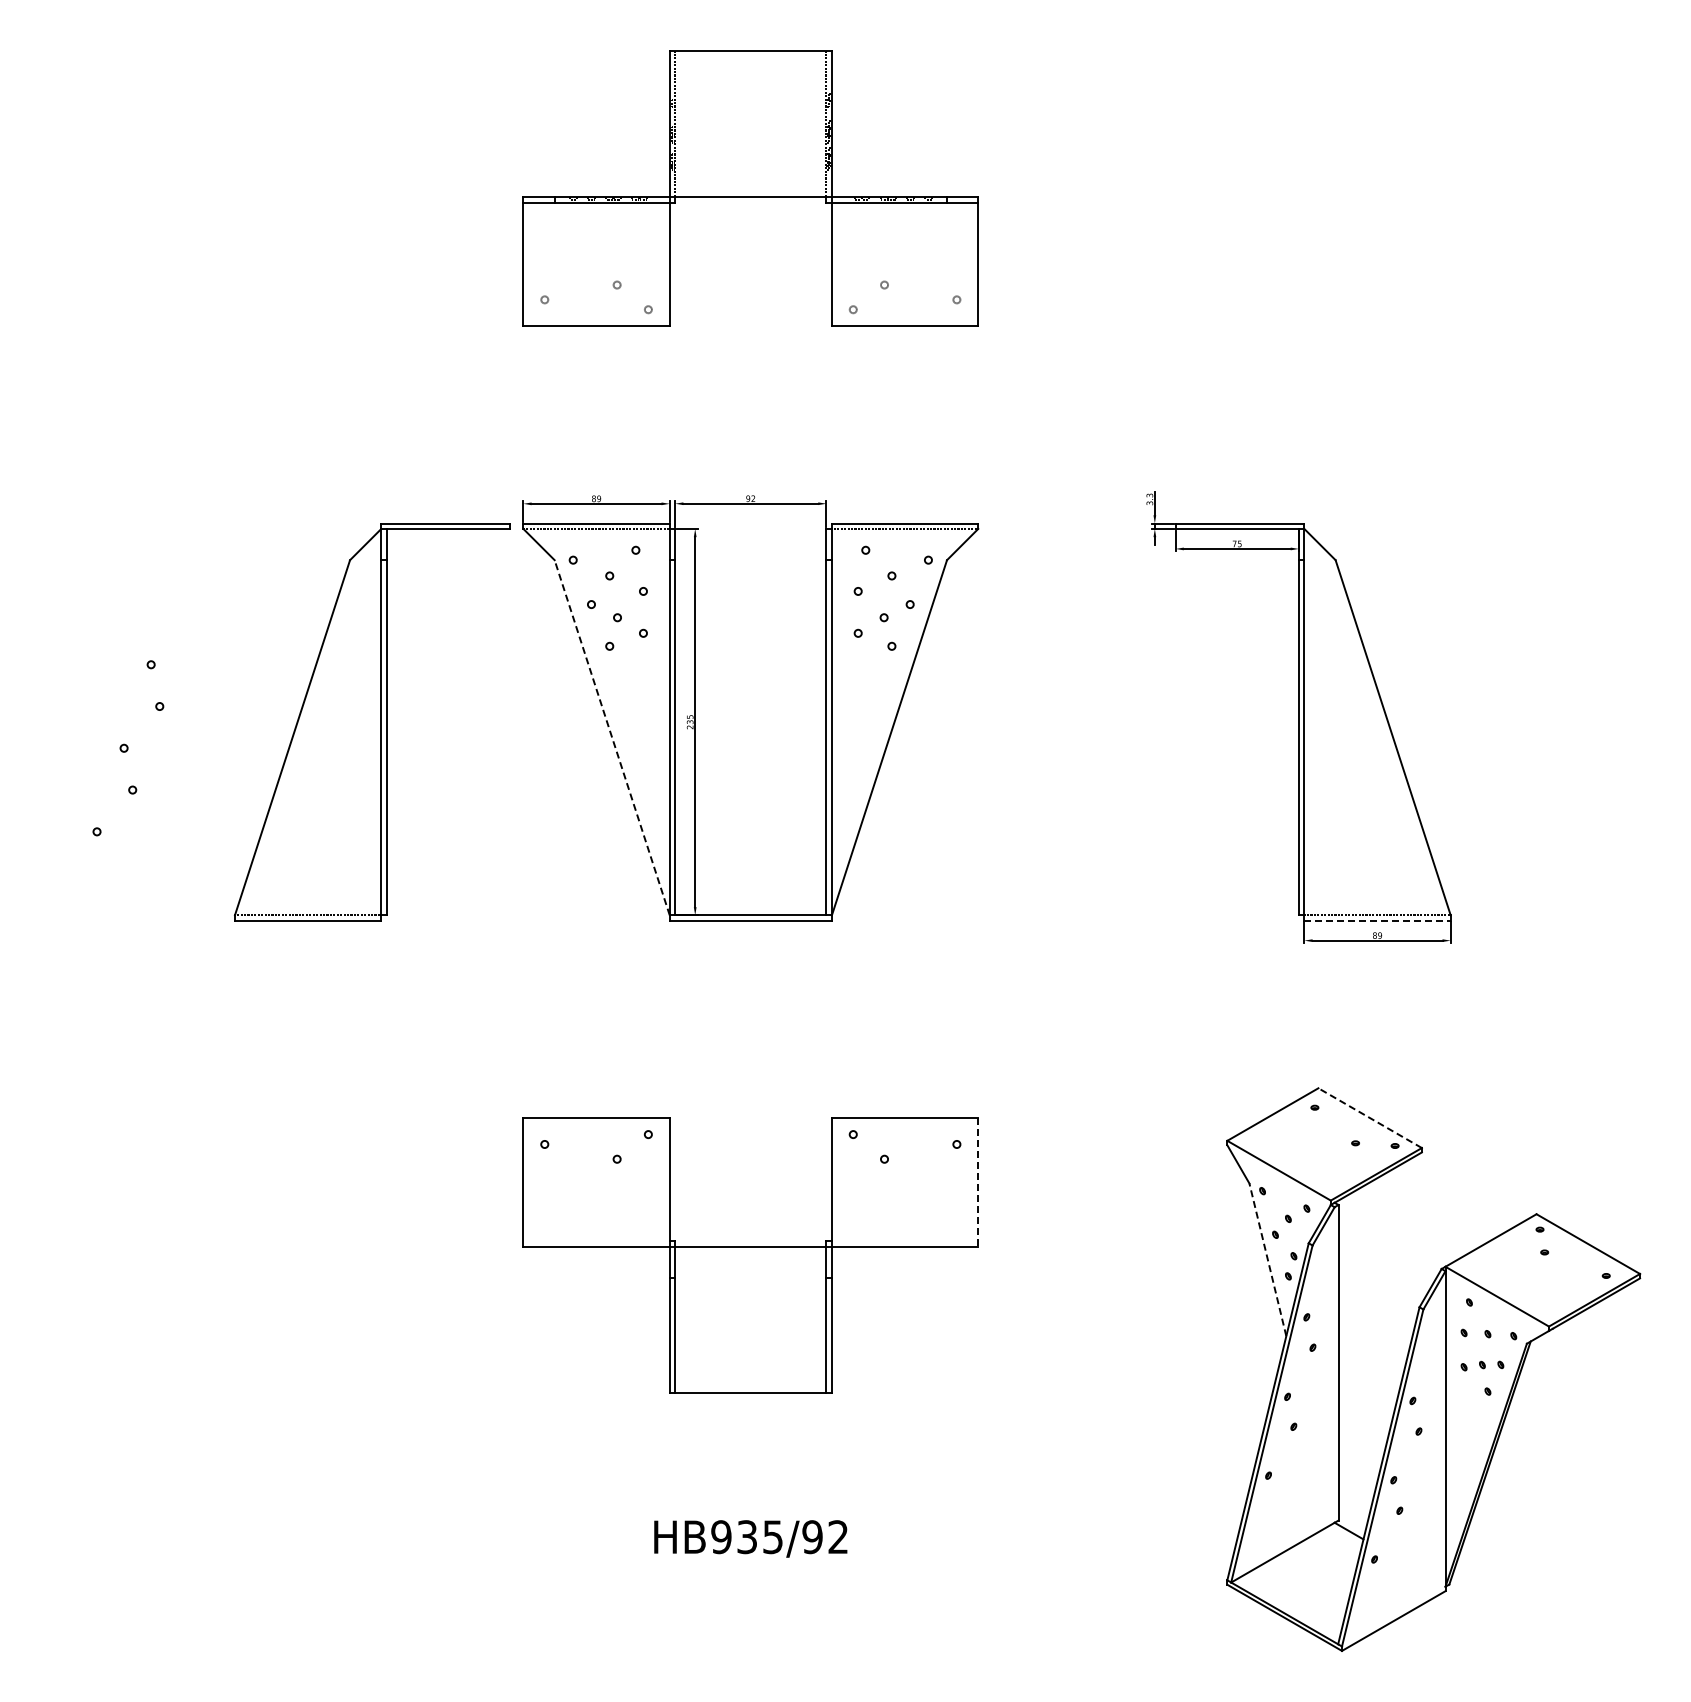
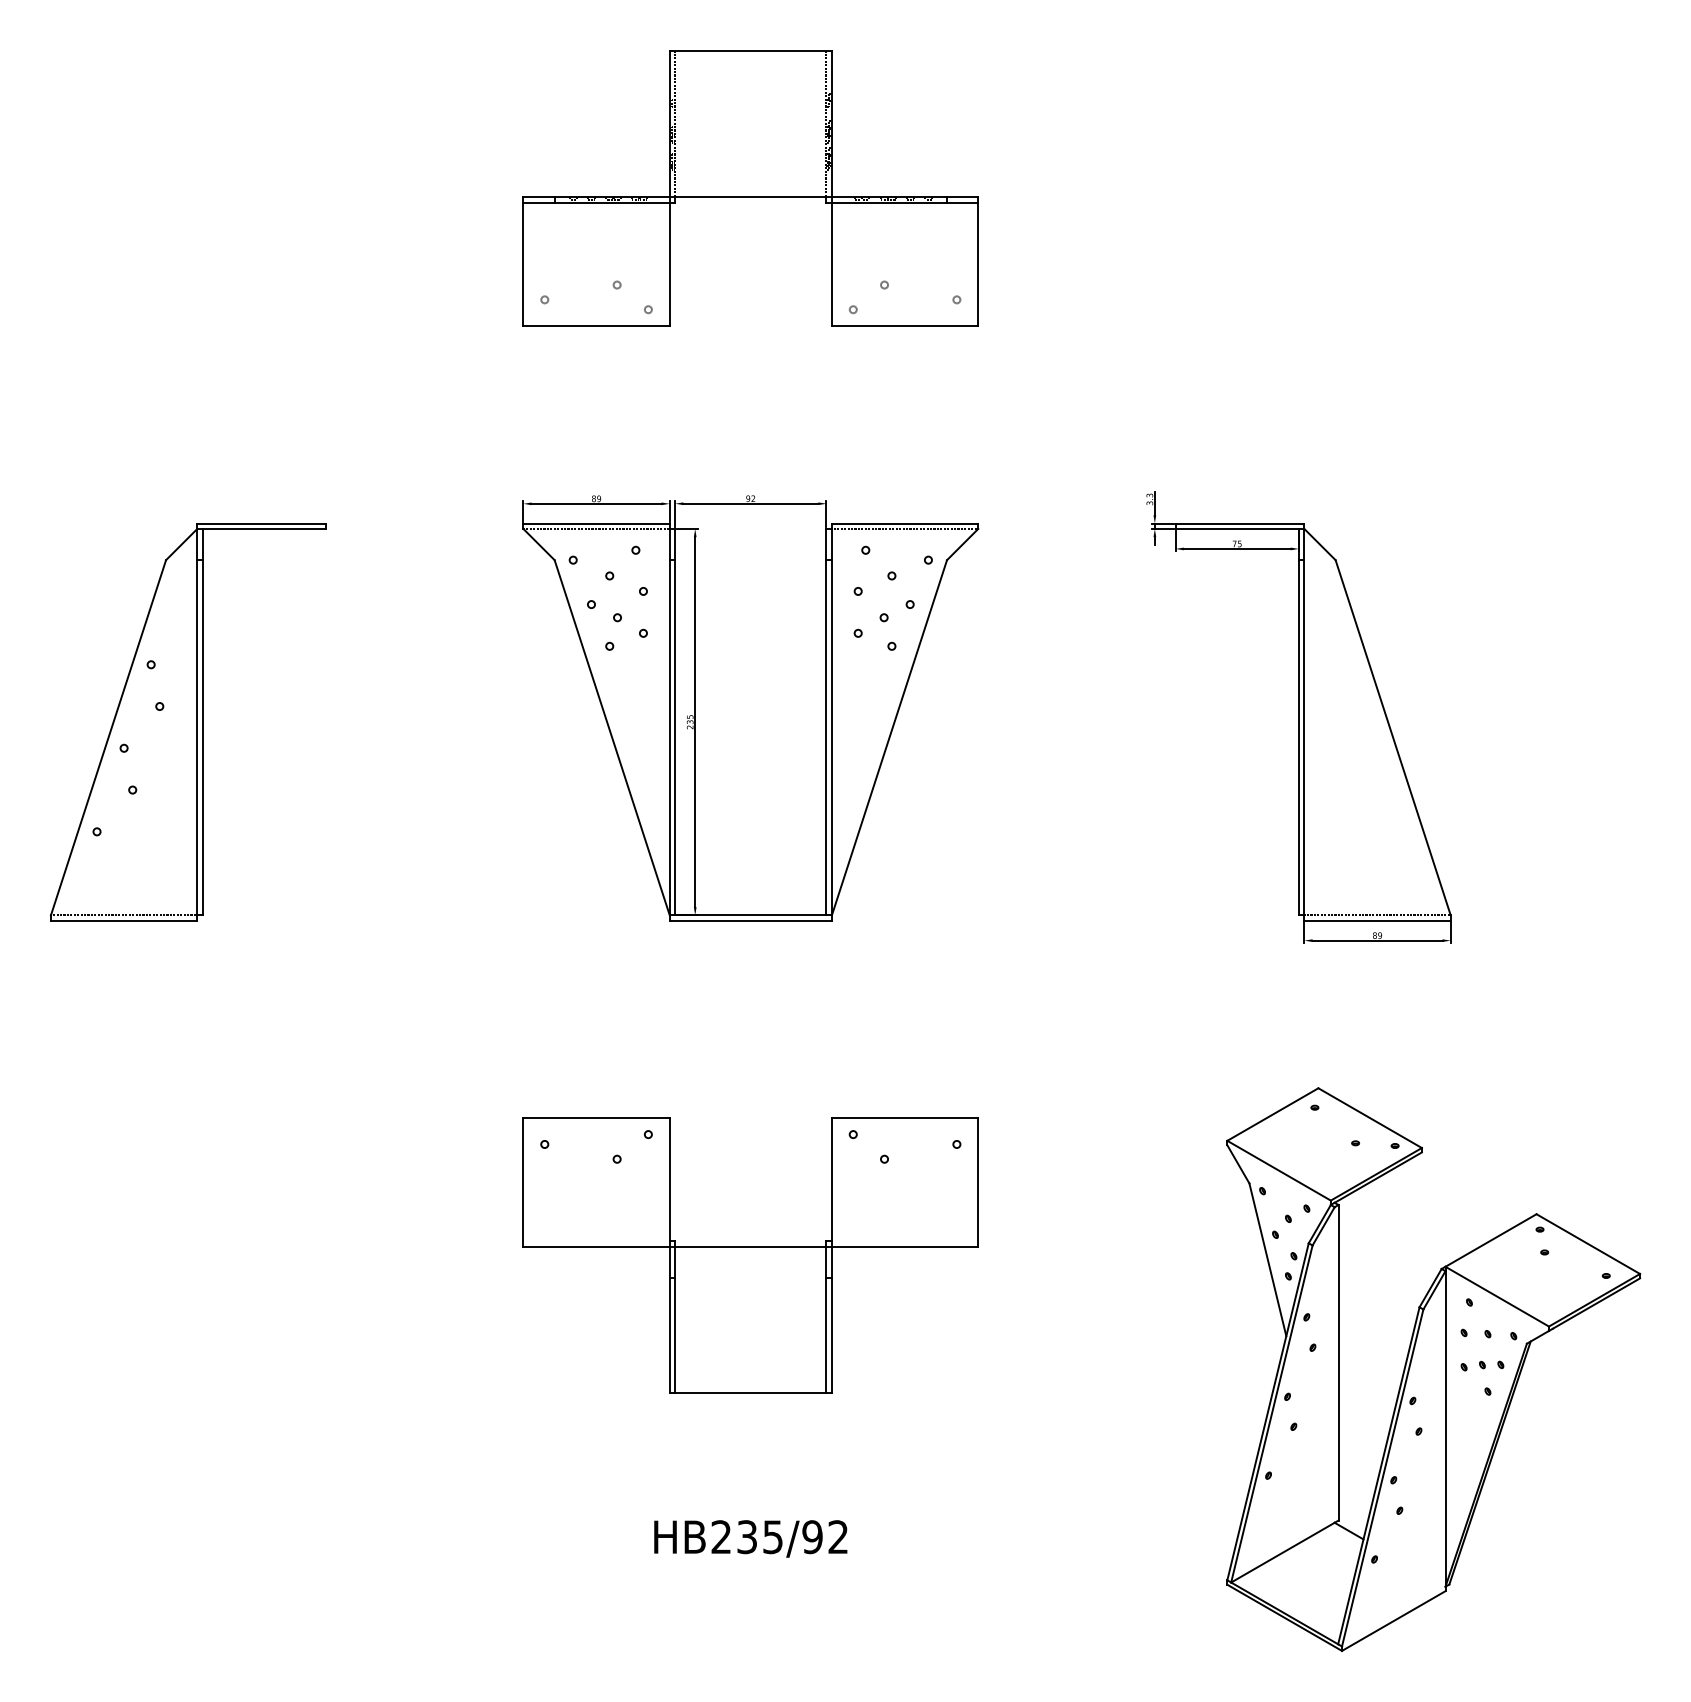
part at (372, 722) position: (372, 722) -> (188, 722)
line at (612, 737): dashed -> solid
line at (1378, 920): dashed -> solid
line at (1370, 1118): dashed -> solid
line at (978, 1183): dashed -> solid
line at (1267, 1259): dashed -> solid
text at (721, 1537): HB935/92 -> HB235/92
